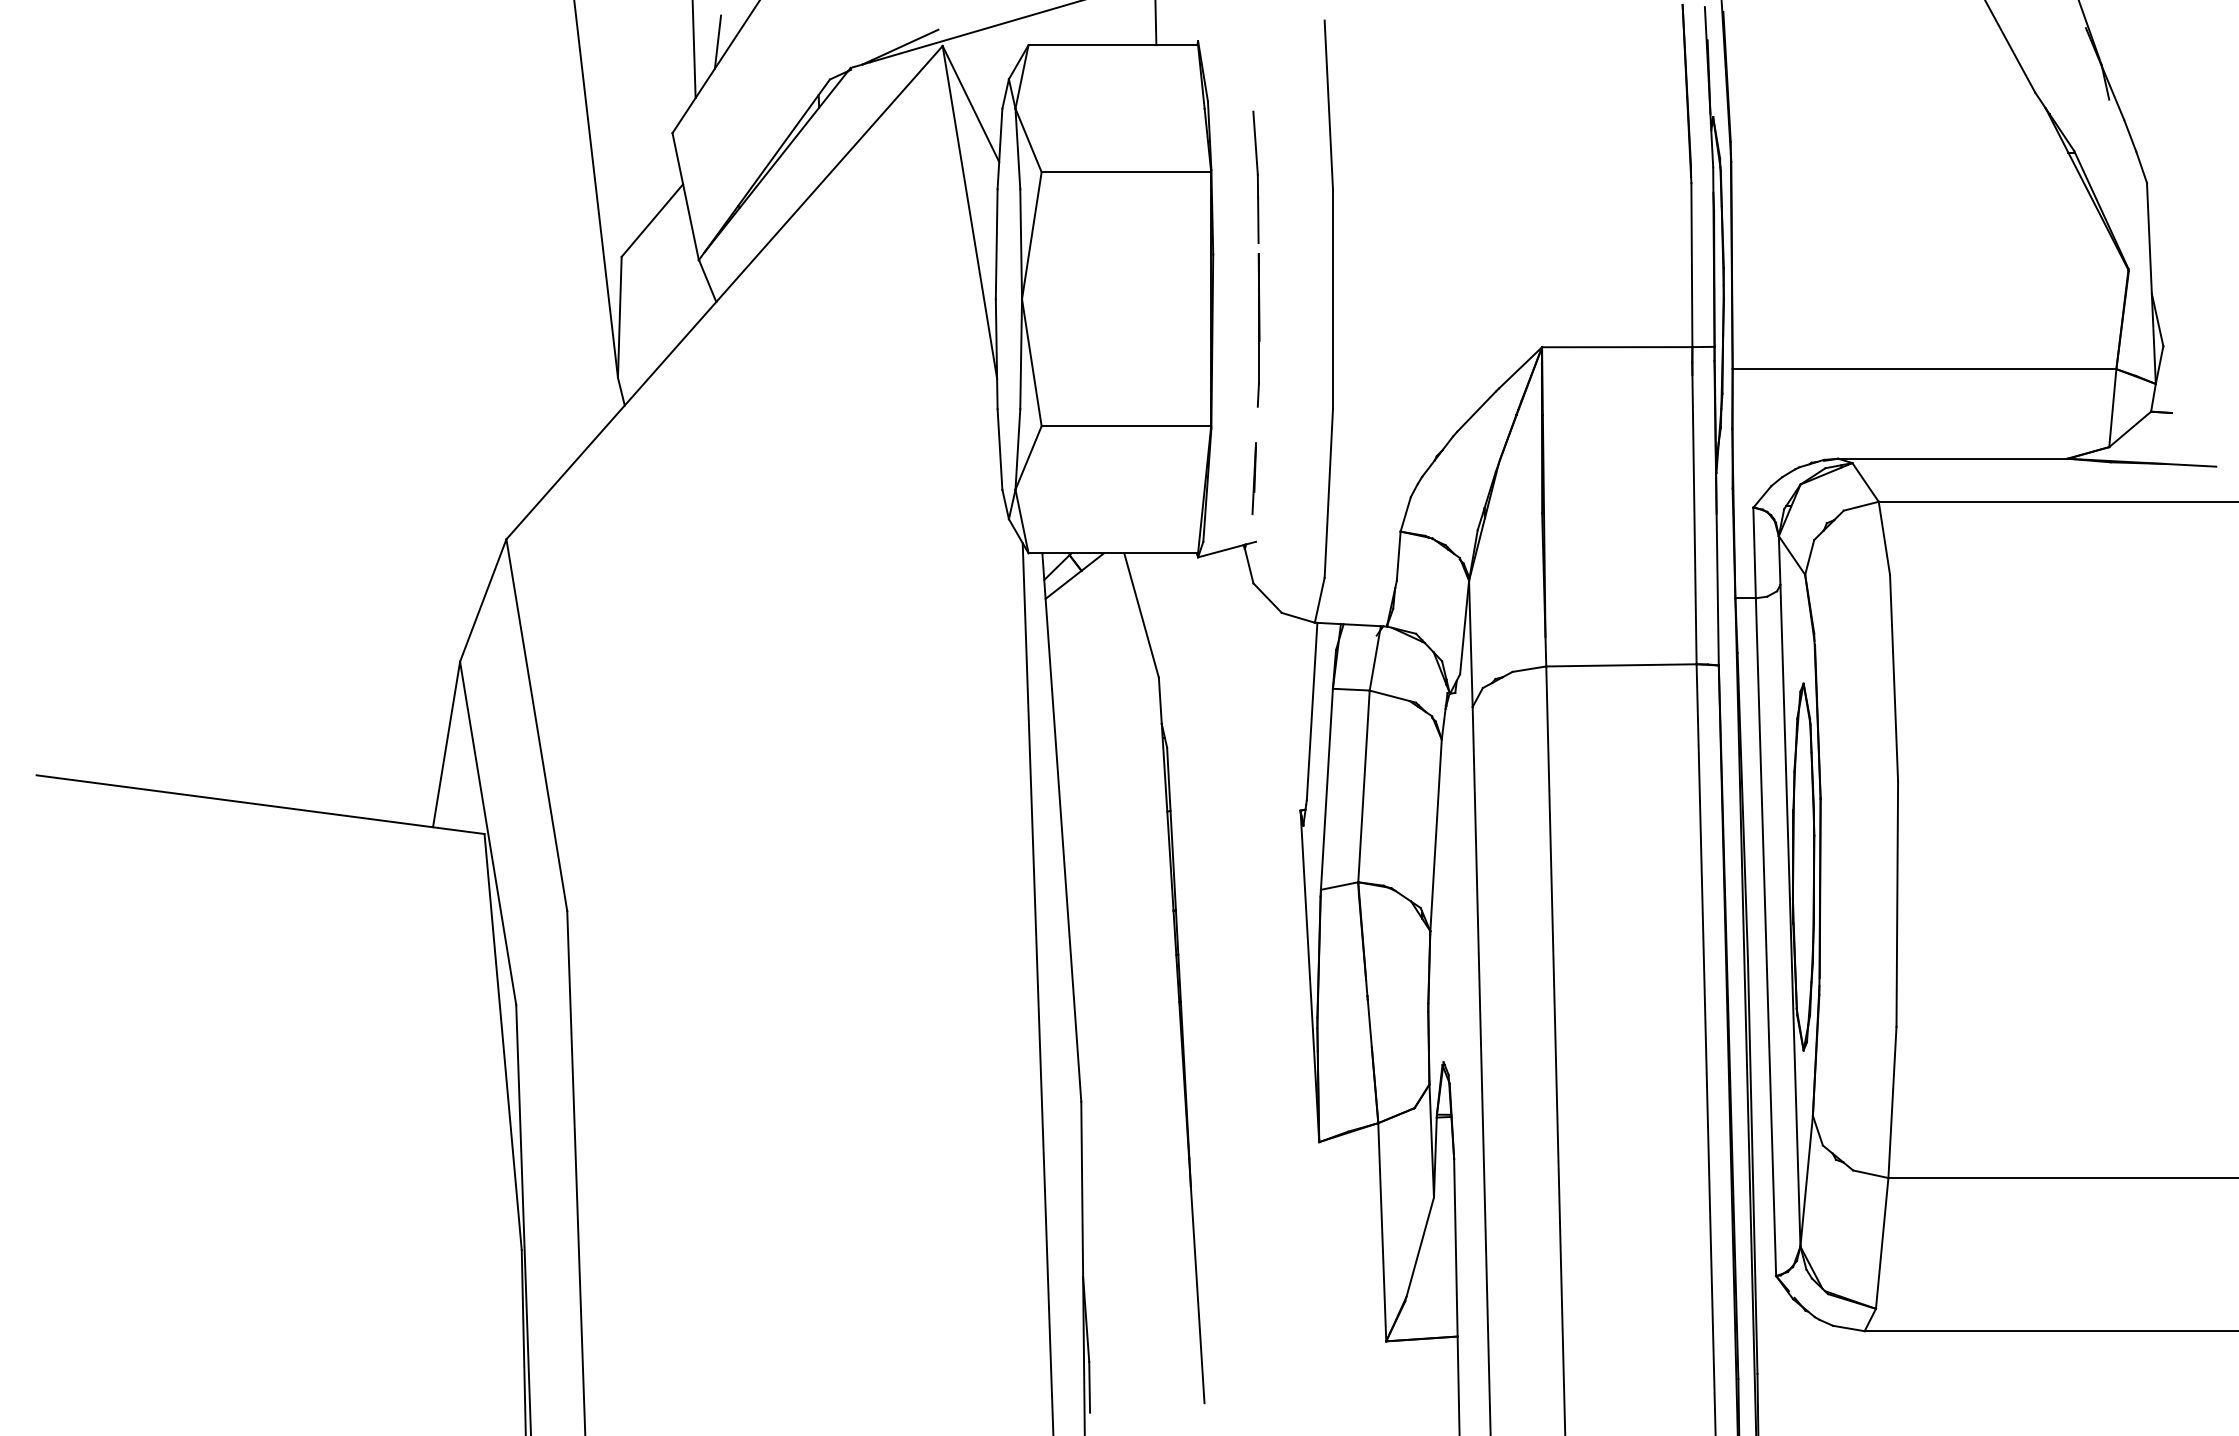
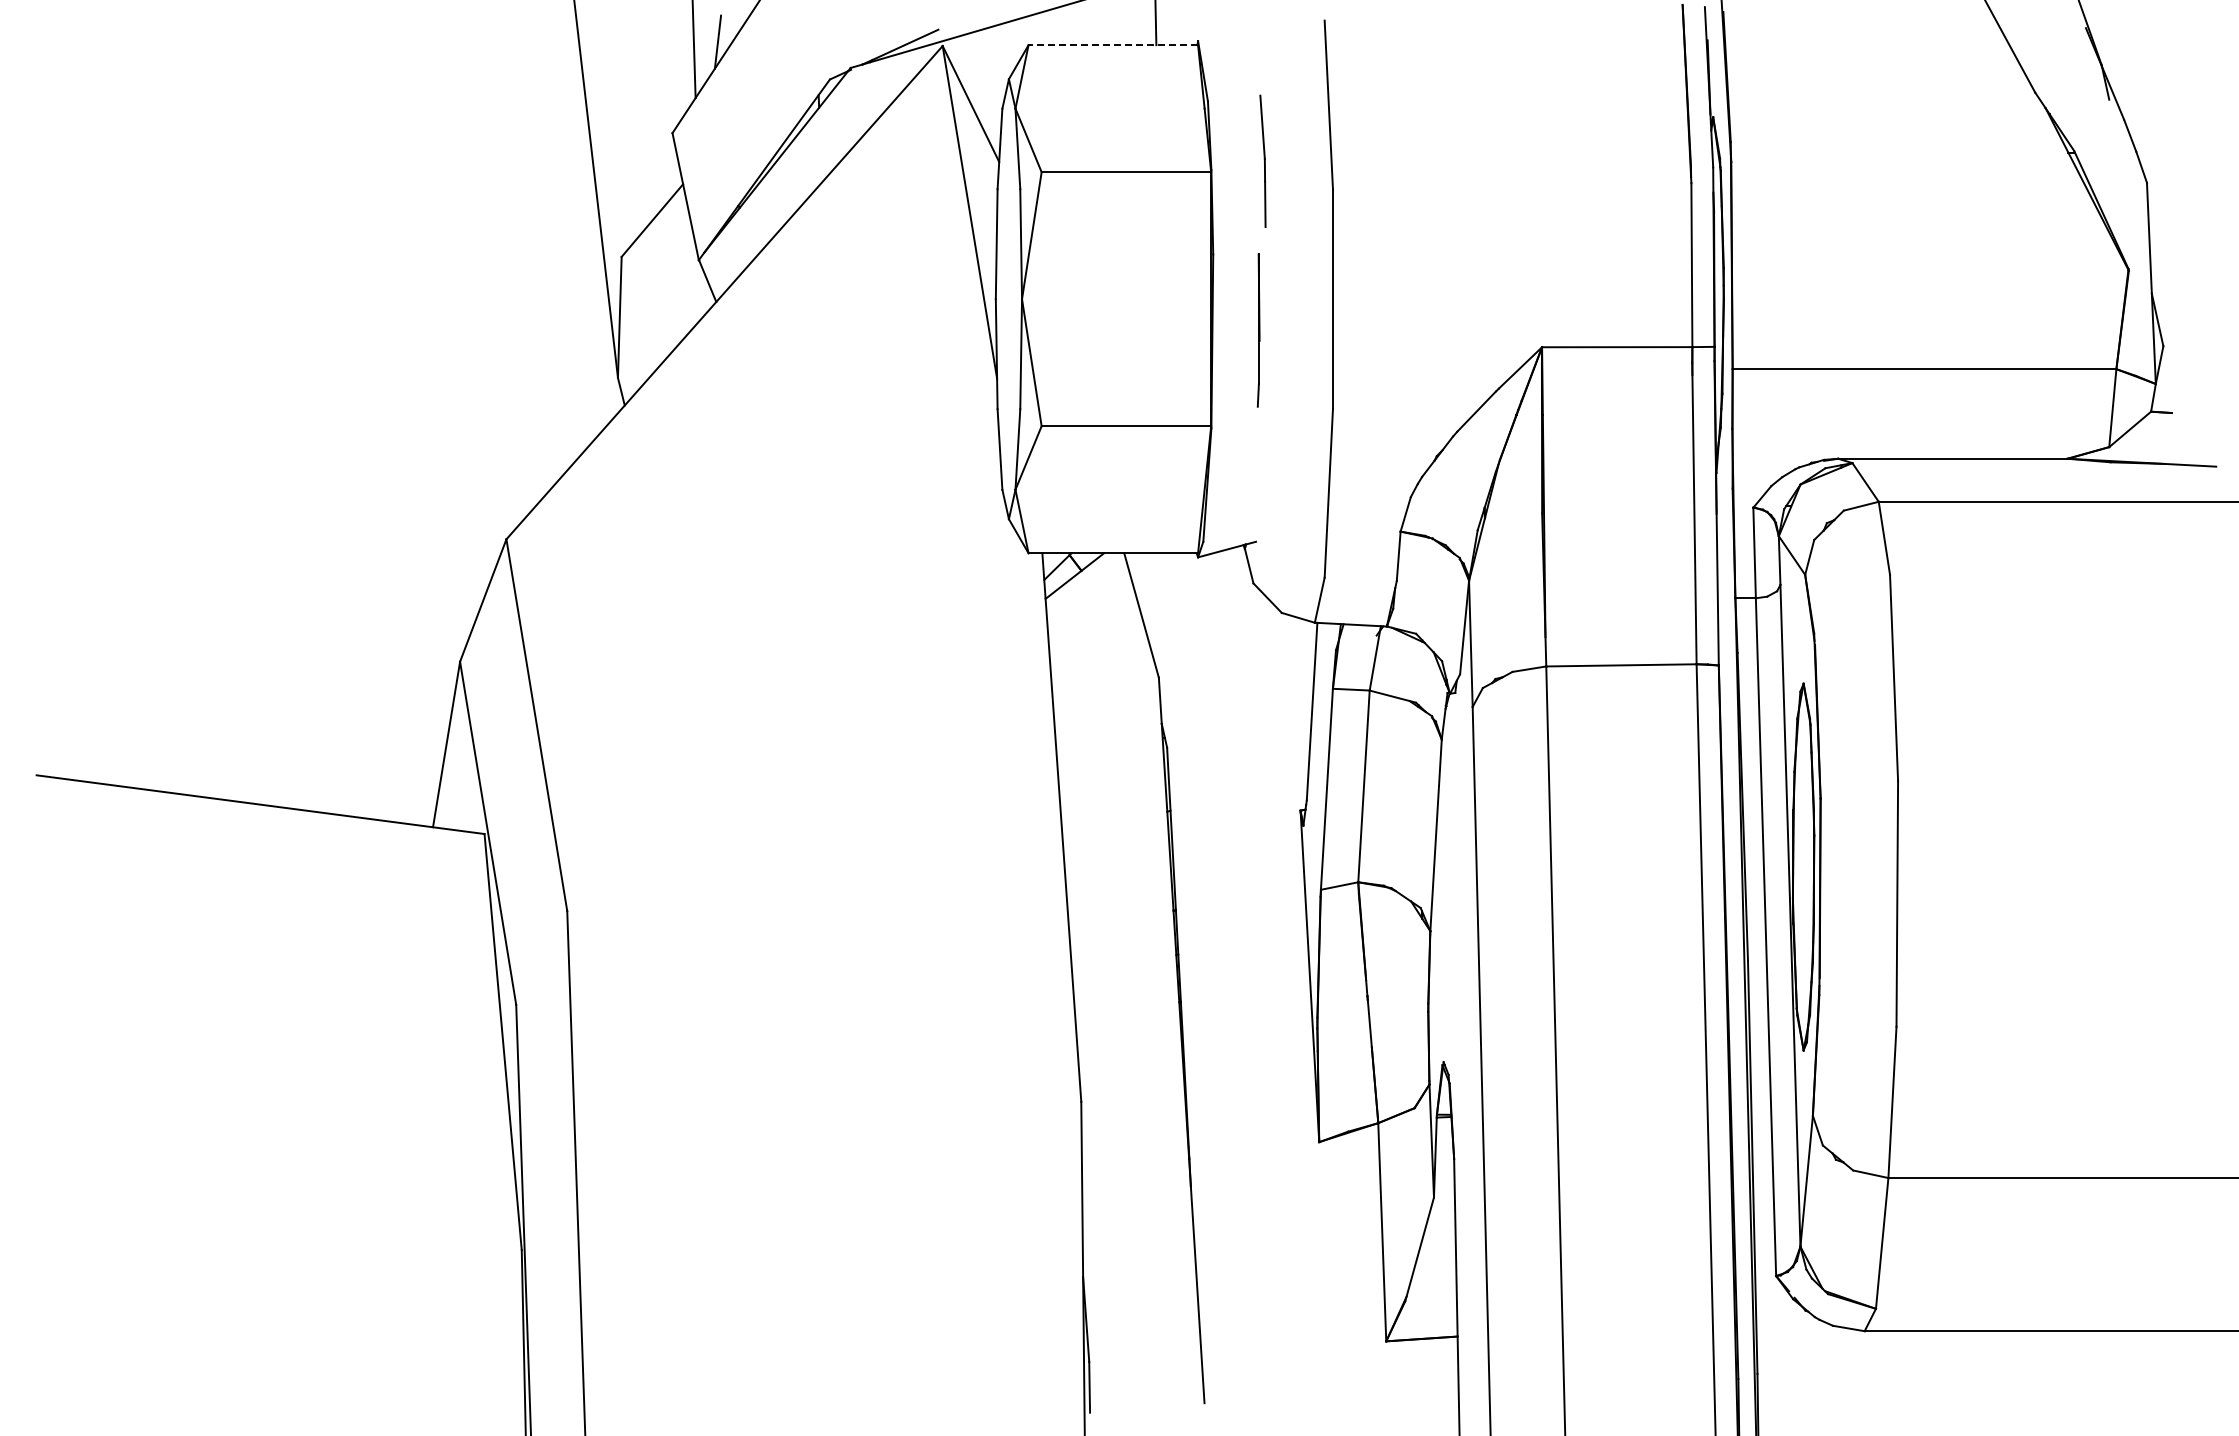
line at (1113, 45): solid -> dashed
part at (1255, 176) position: (1255, 176) -> (1262, 160)
line at (1253, 478): present -> none
line at (1037, 987): present -> none
